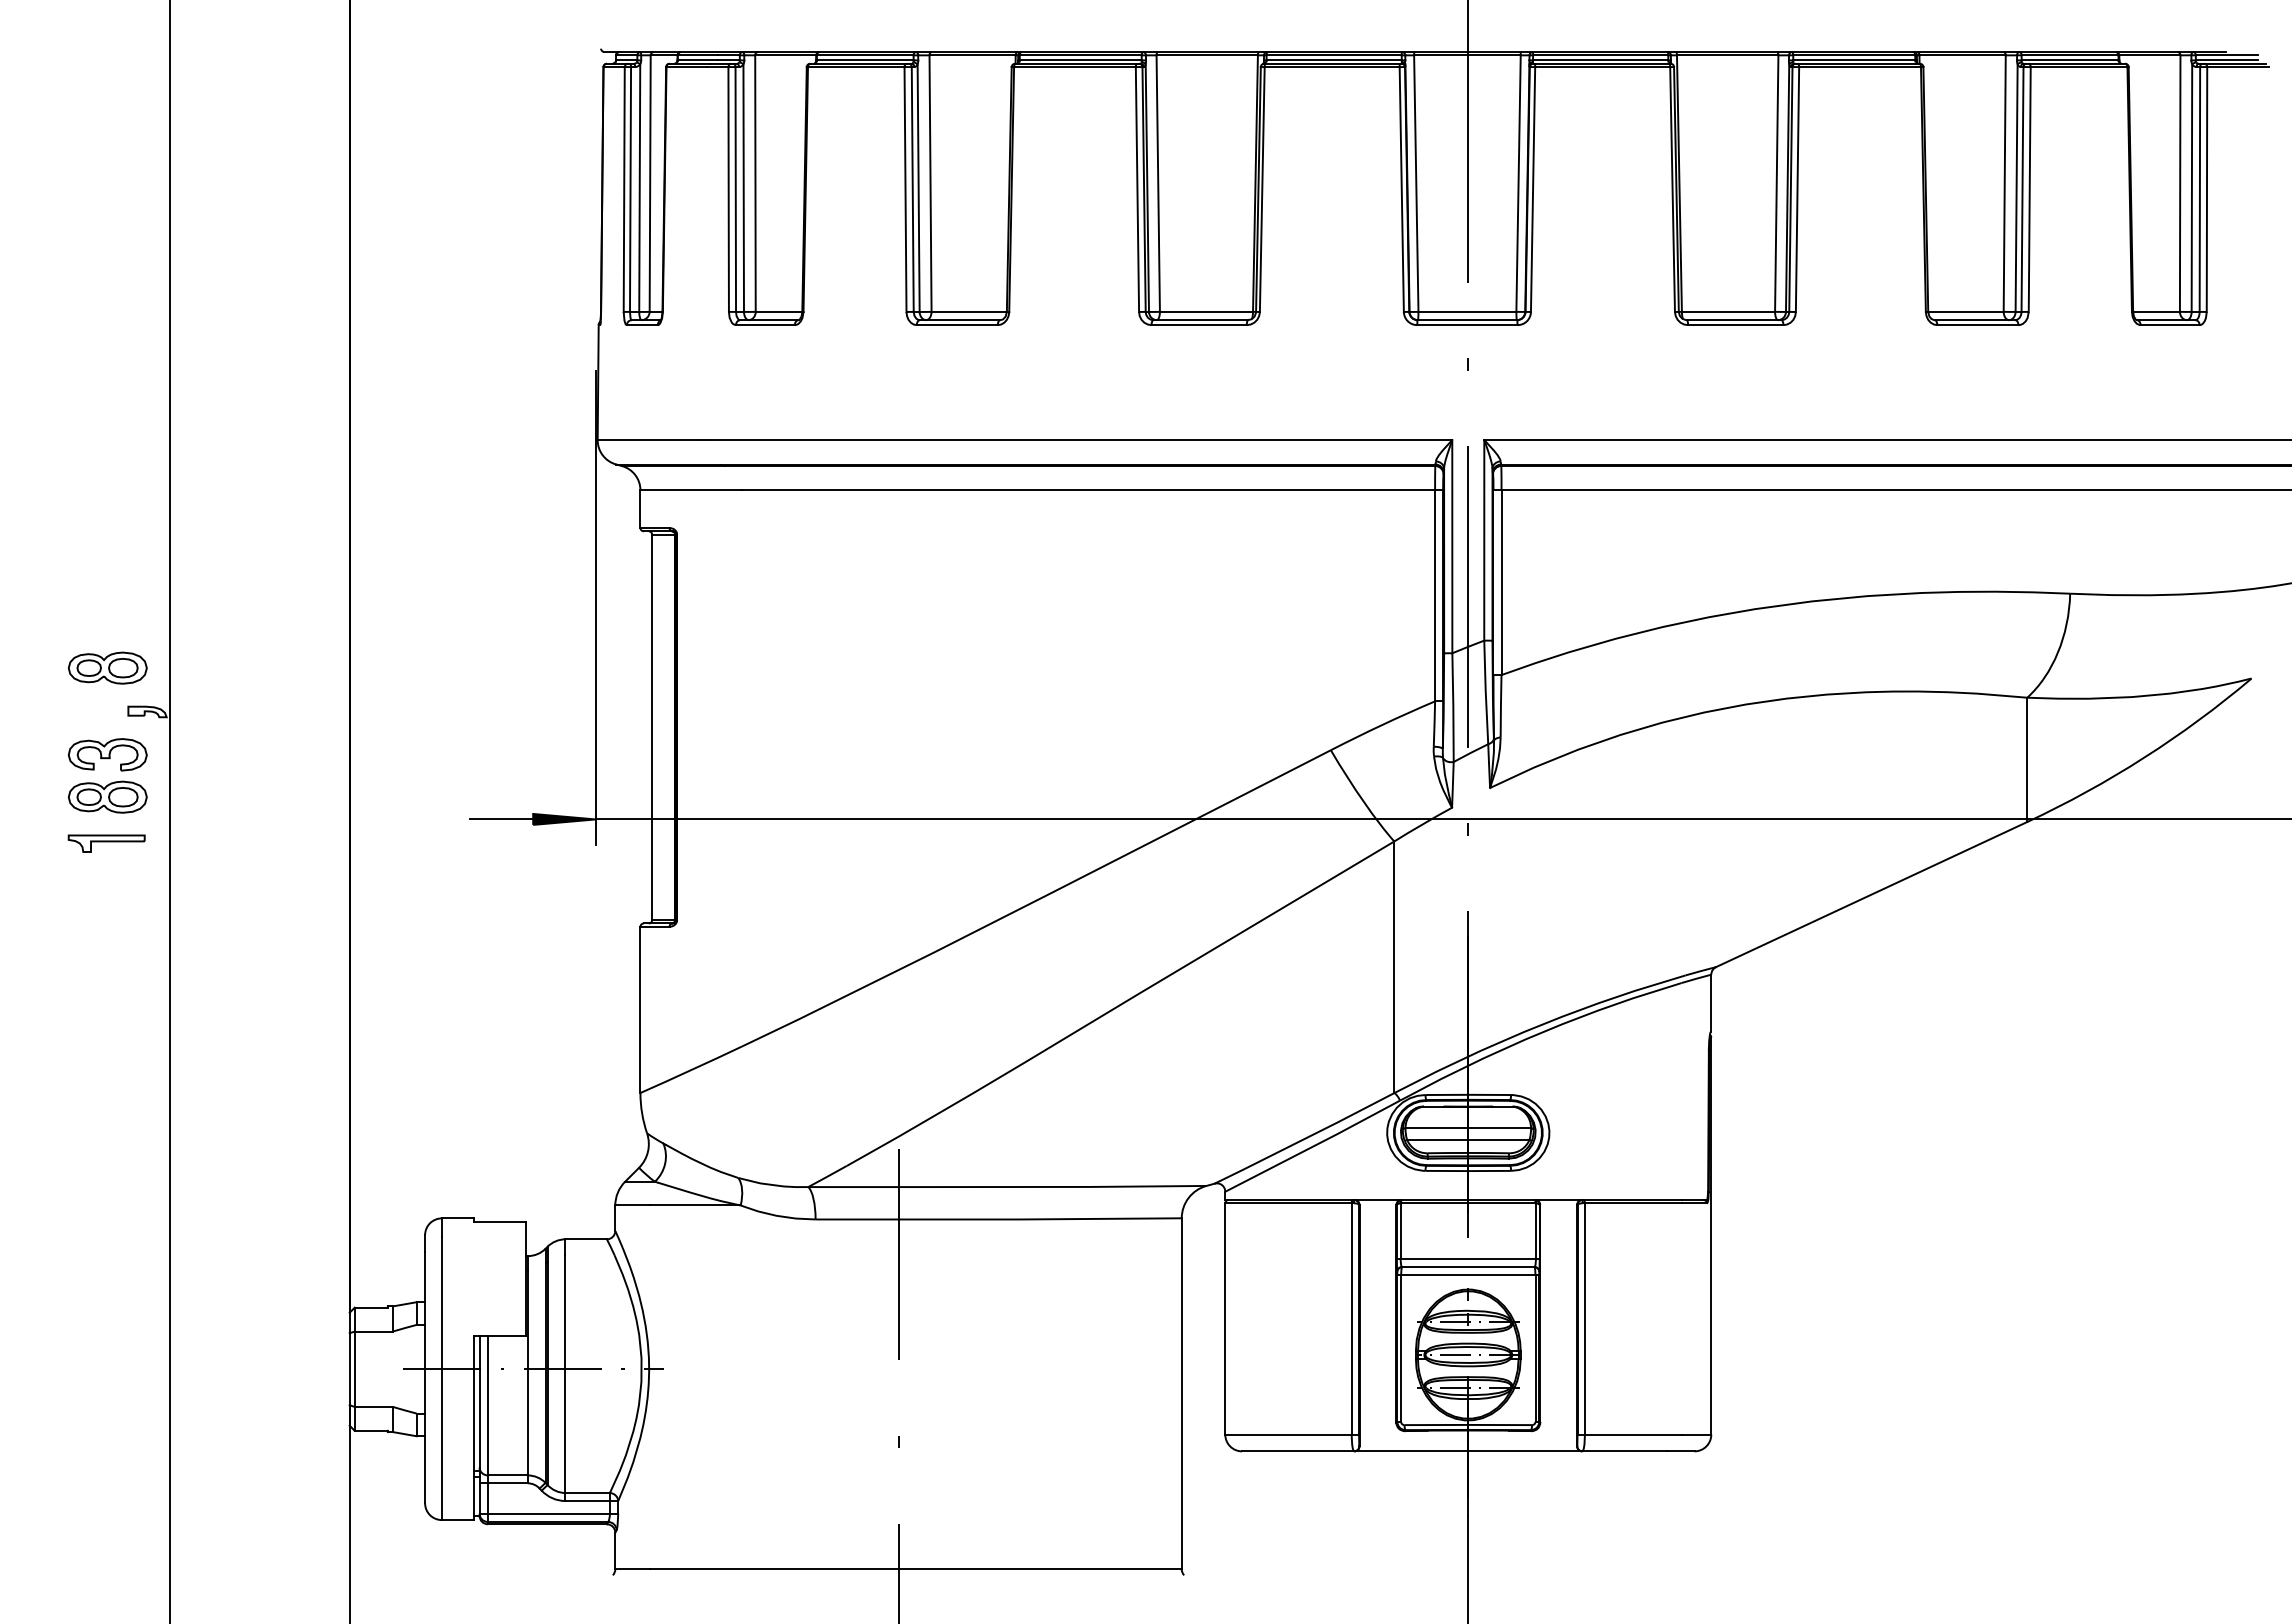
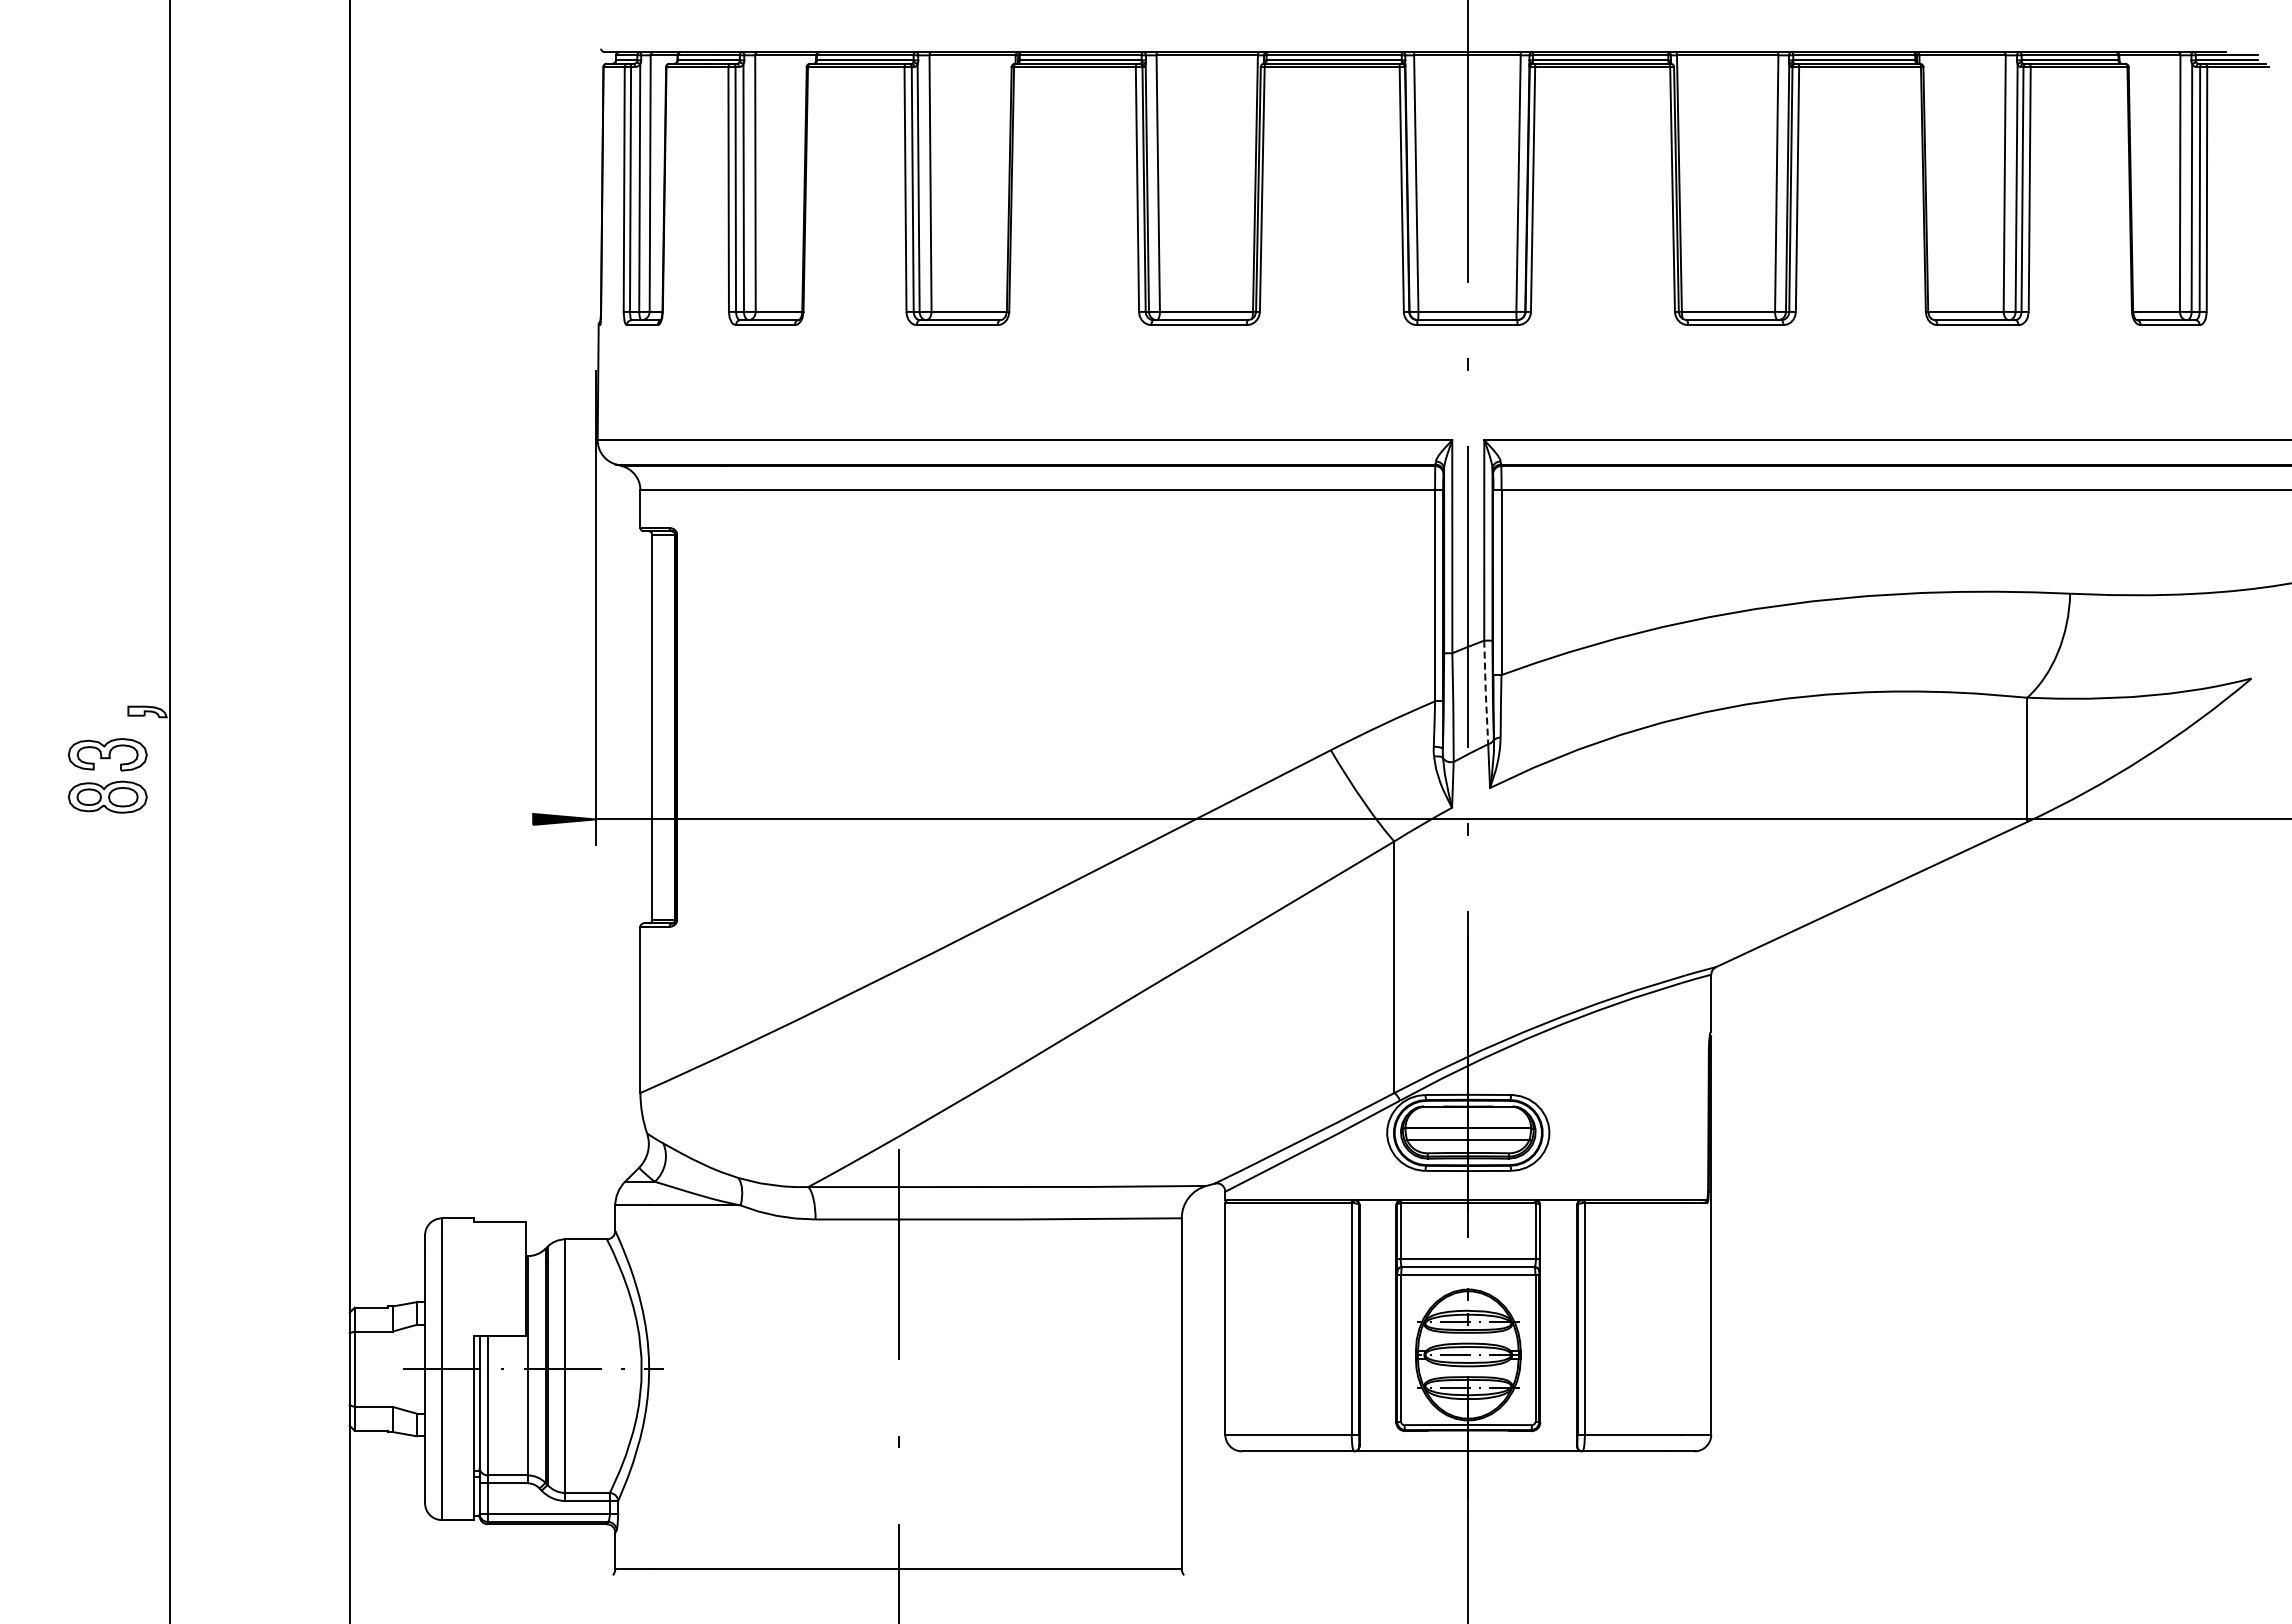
part at (107, 667): present -> none
line at (1485, 691): solid -> dashed
line at (501, 819): present -> none
part at (106, 843): present -> none
